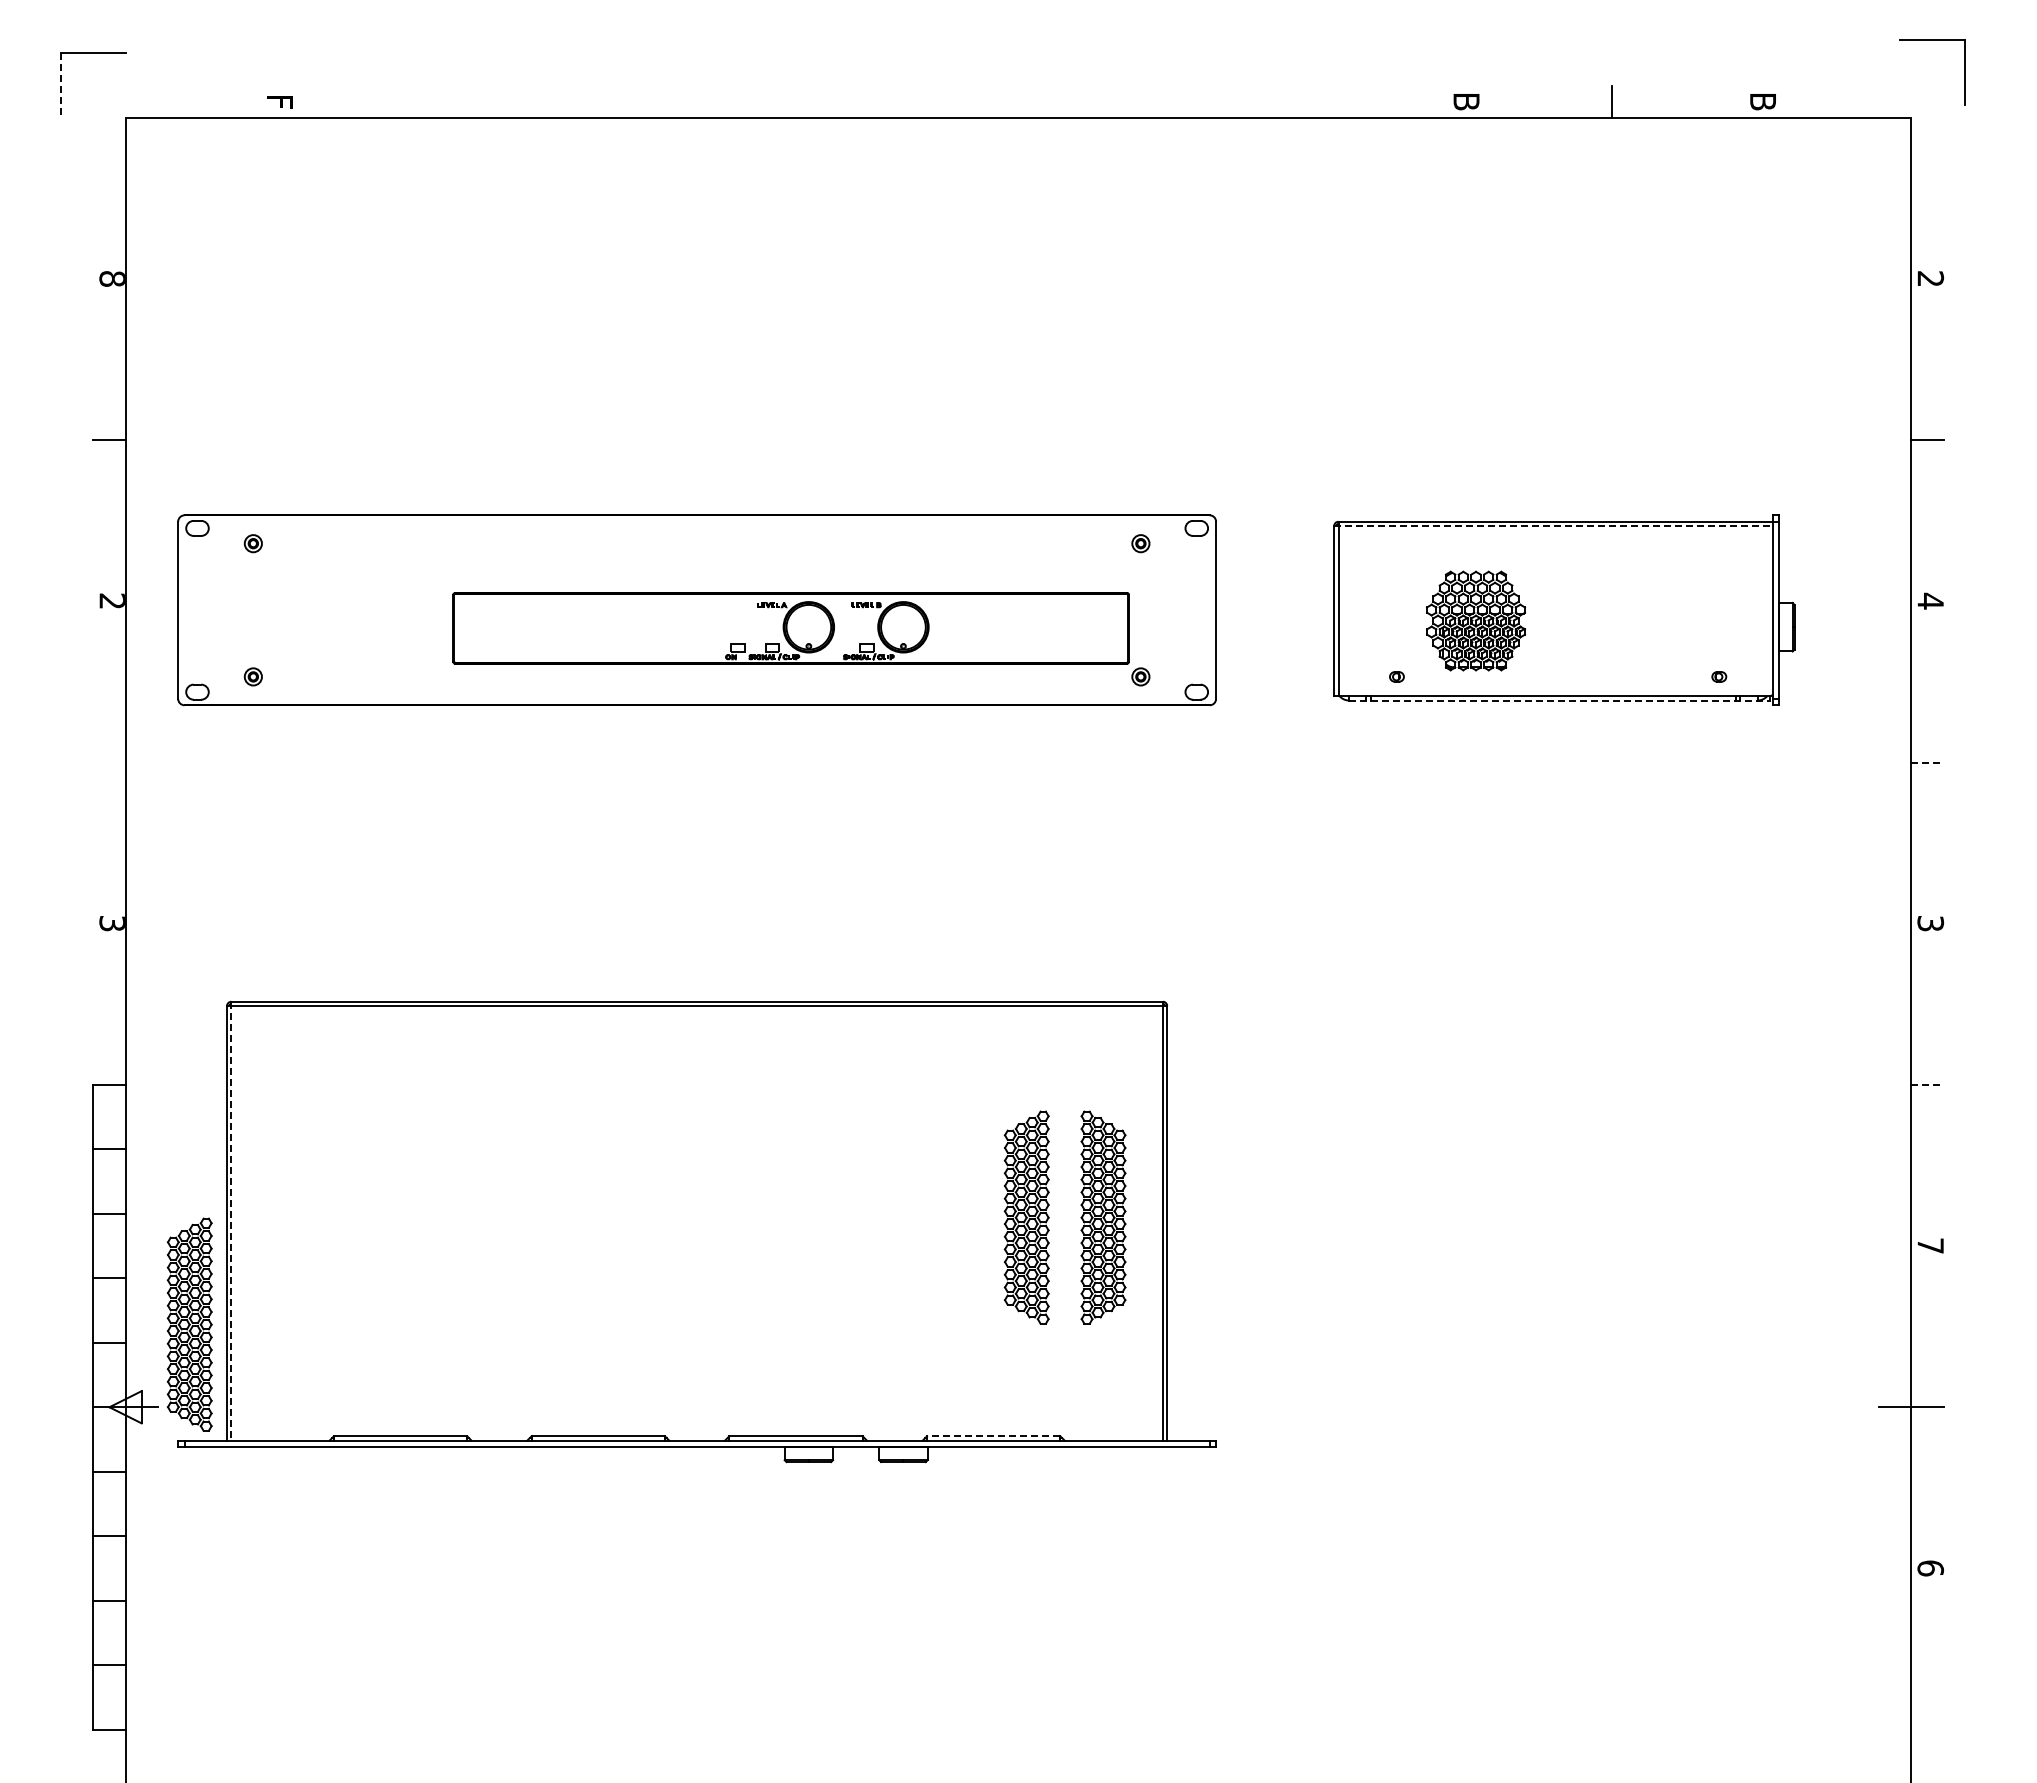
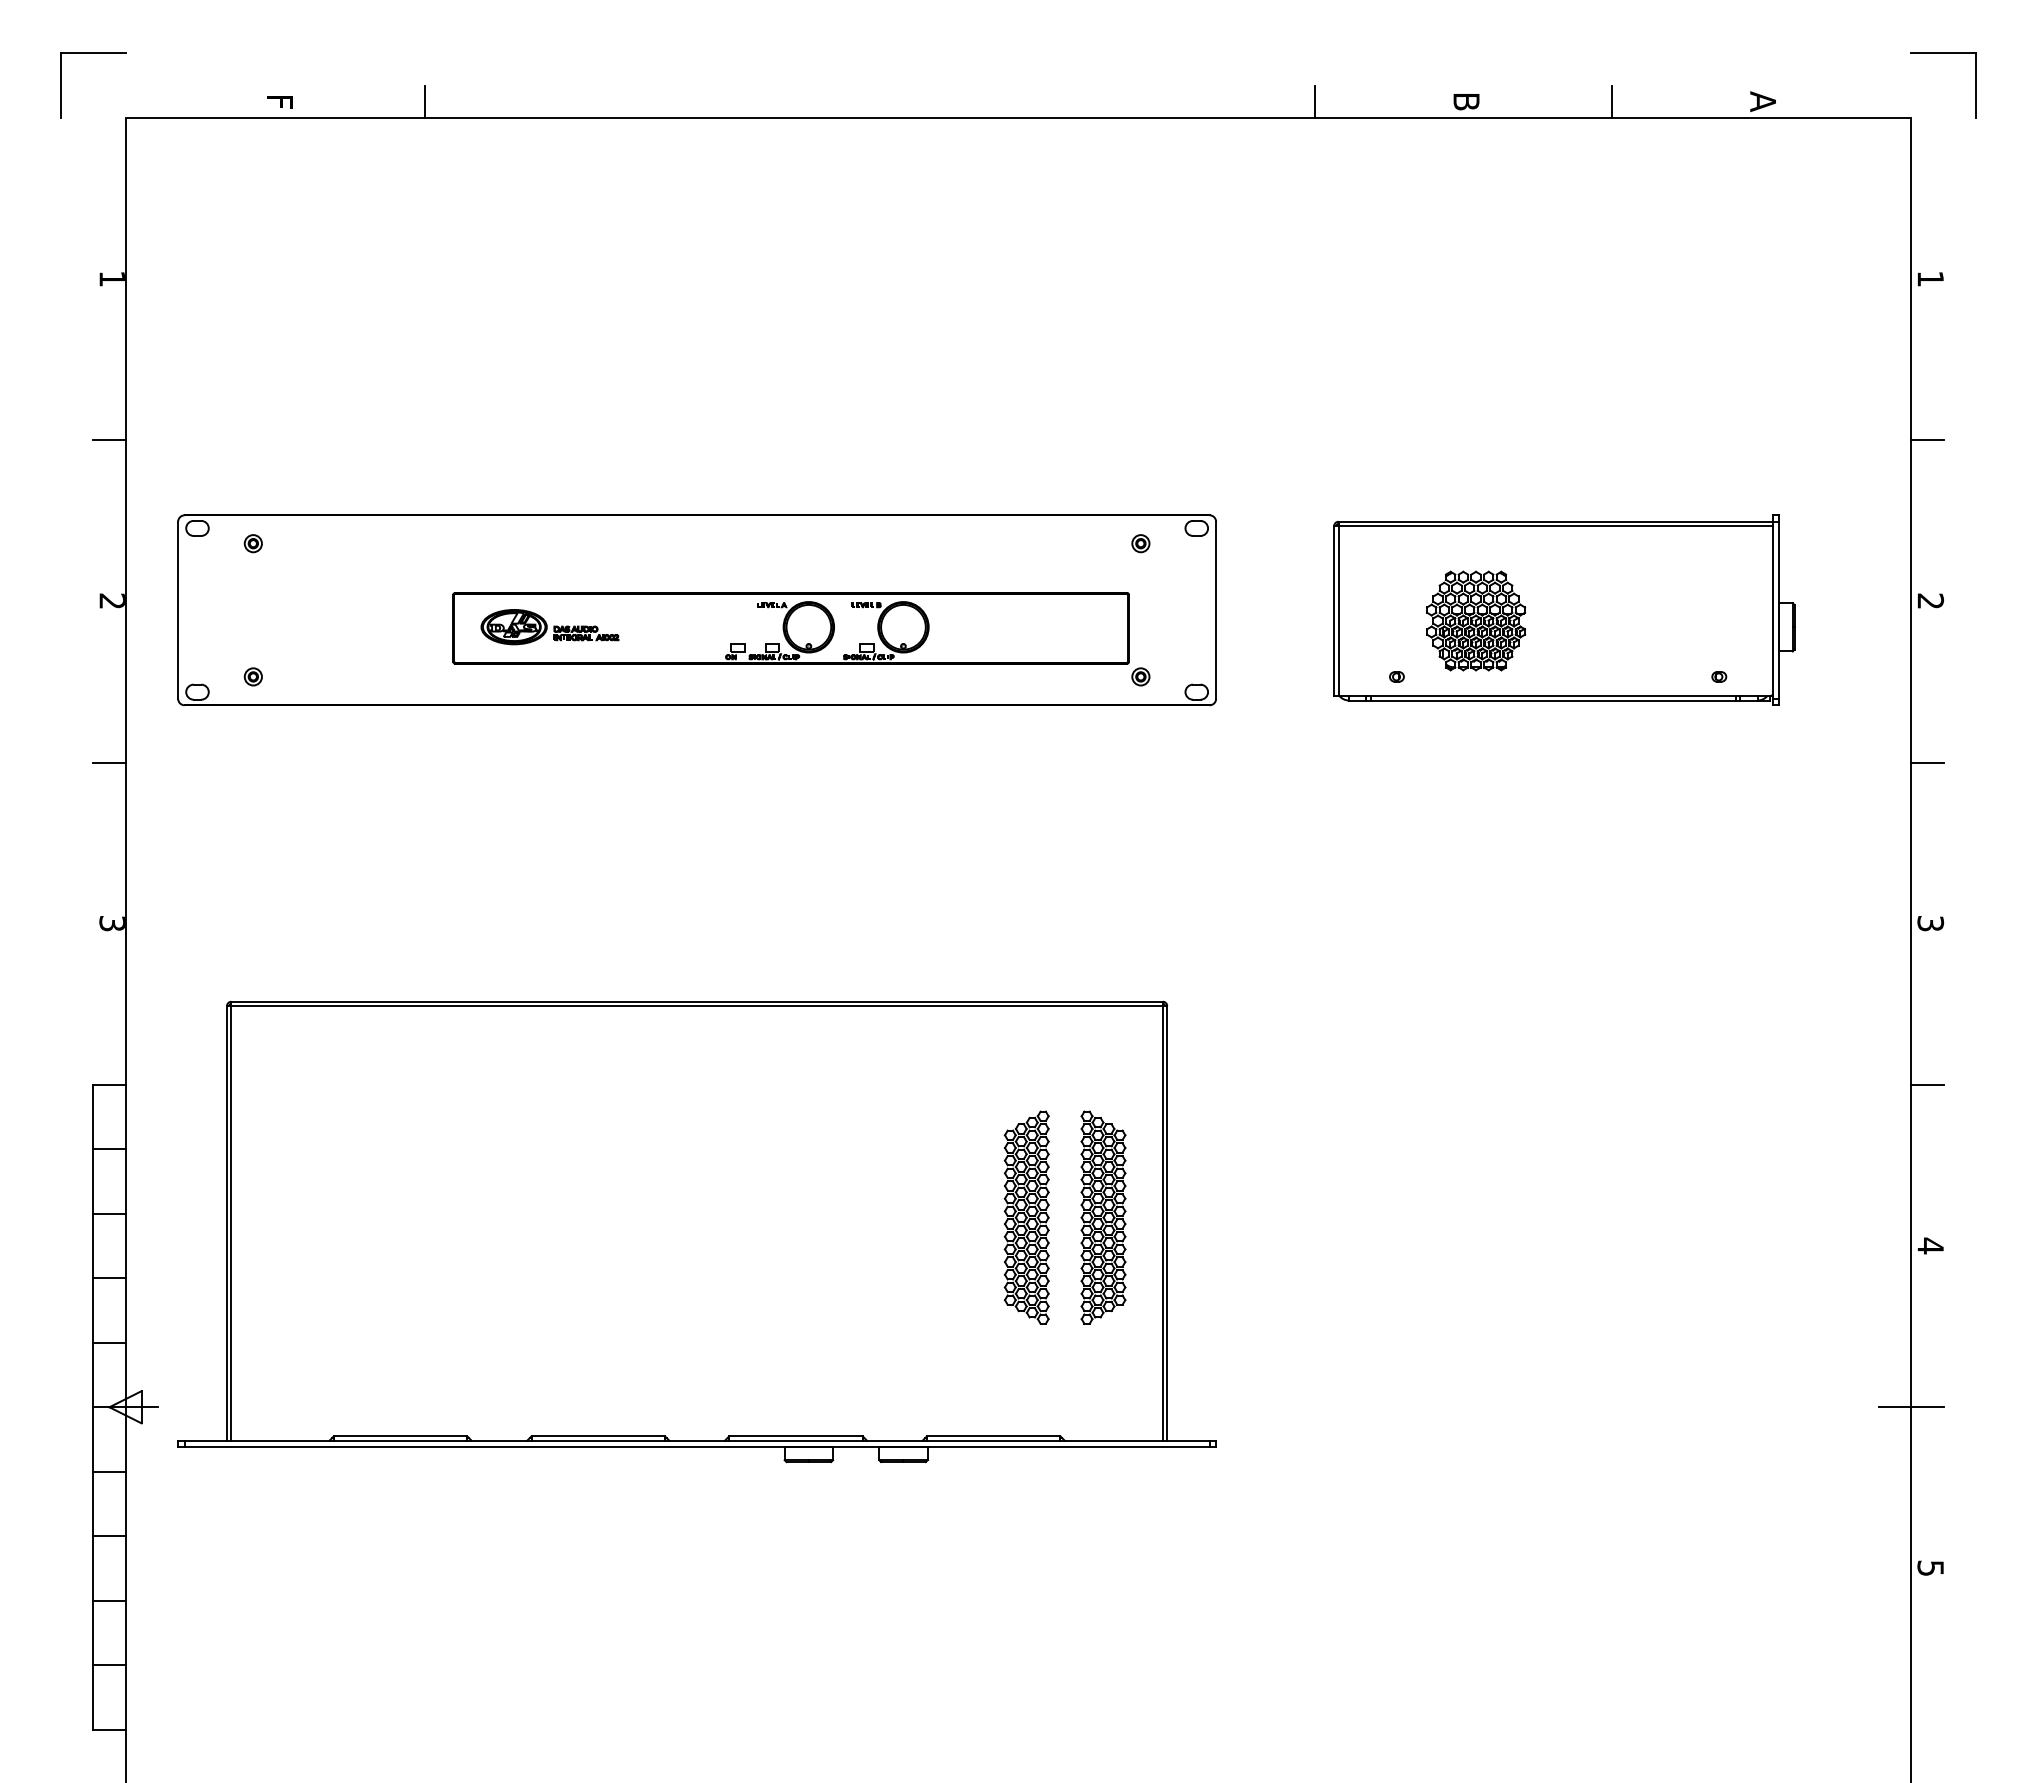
part at (1932, 40) position: (1932, 40) -> (1943, 53)
line at (61, 86): dashed -> solid
line at (425, 101): none -> present
line at (1315, 101): none -> present
text at (1762, 101): B -> A
text at (111, 278): 8 -> 1
text at (1930, 278): 2 -> 1
line at (1554, 526): dashed -> solid
text at (1930, 600): 4 -> 2
part at (549, 627): none -> present
line at (1559, 700): dashed -> solid
line at (109, 762): none -> present
line at (1928, 762): dashed -> solid
line at (1928, 1084): dashed -> solid
line at (231, 1221): dashed -> solid
text at (1930, 1245): 7 -> 4
part at (189, 1324): present -> none
line at (993, 1436): dashed -> solid
text at (1930, 1568): 6 -> 5
